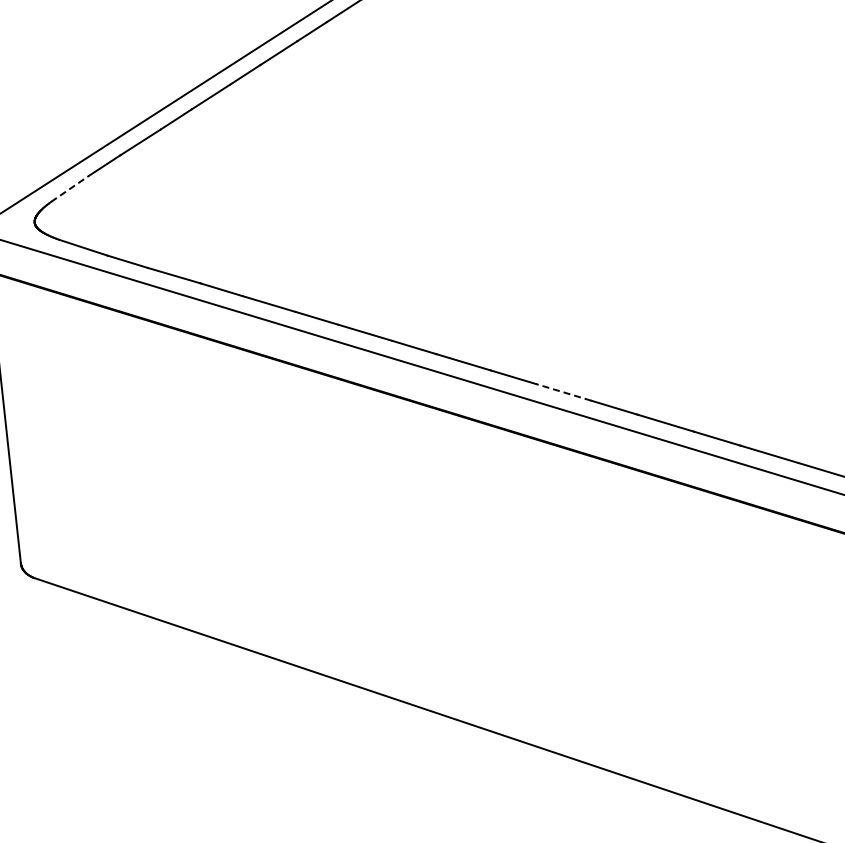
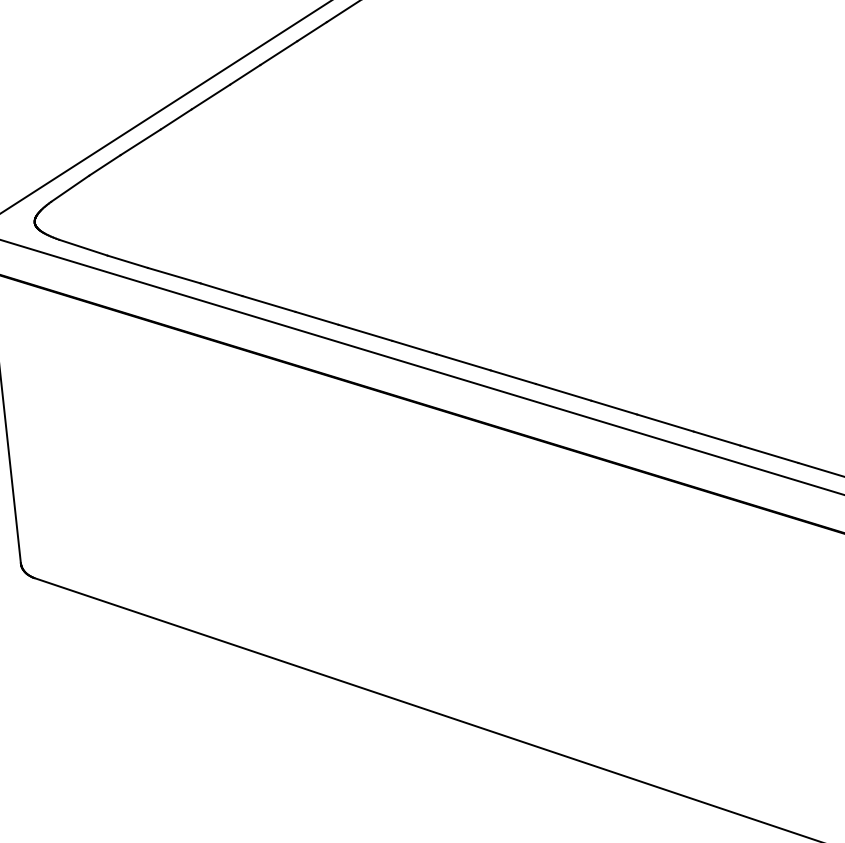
line at (70, 188): dashed -> solid
line at (563, 392): dashed -> solid
